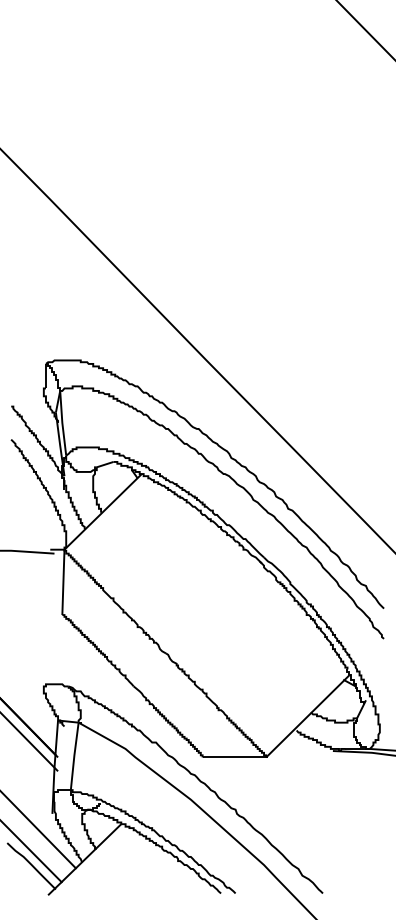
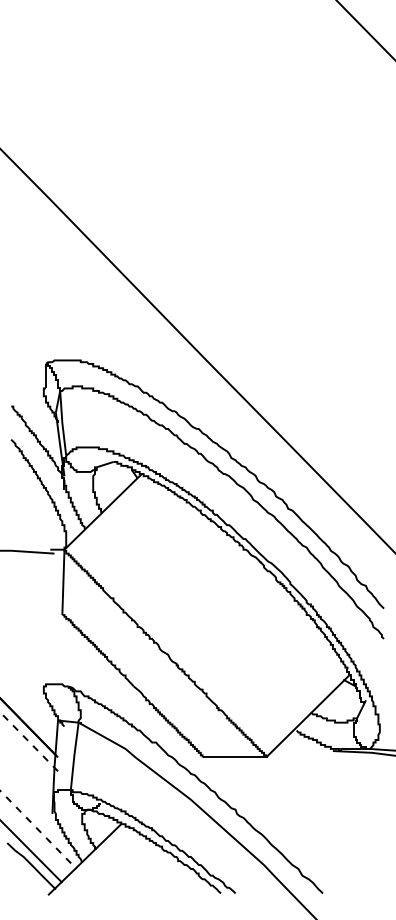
line at (28, 741): solid -> dashed
line at (38, 830): solid -> dashed
